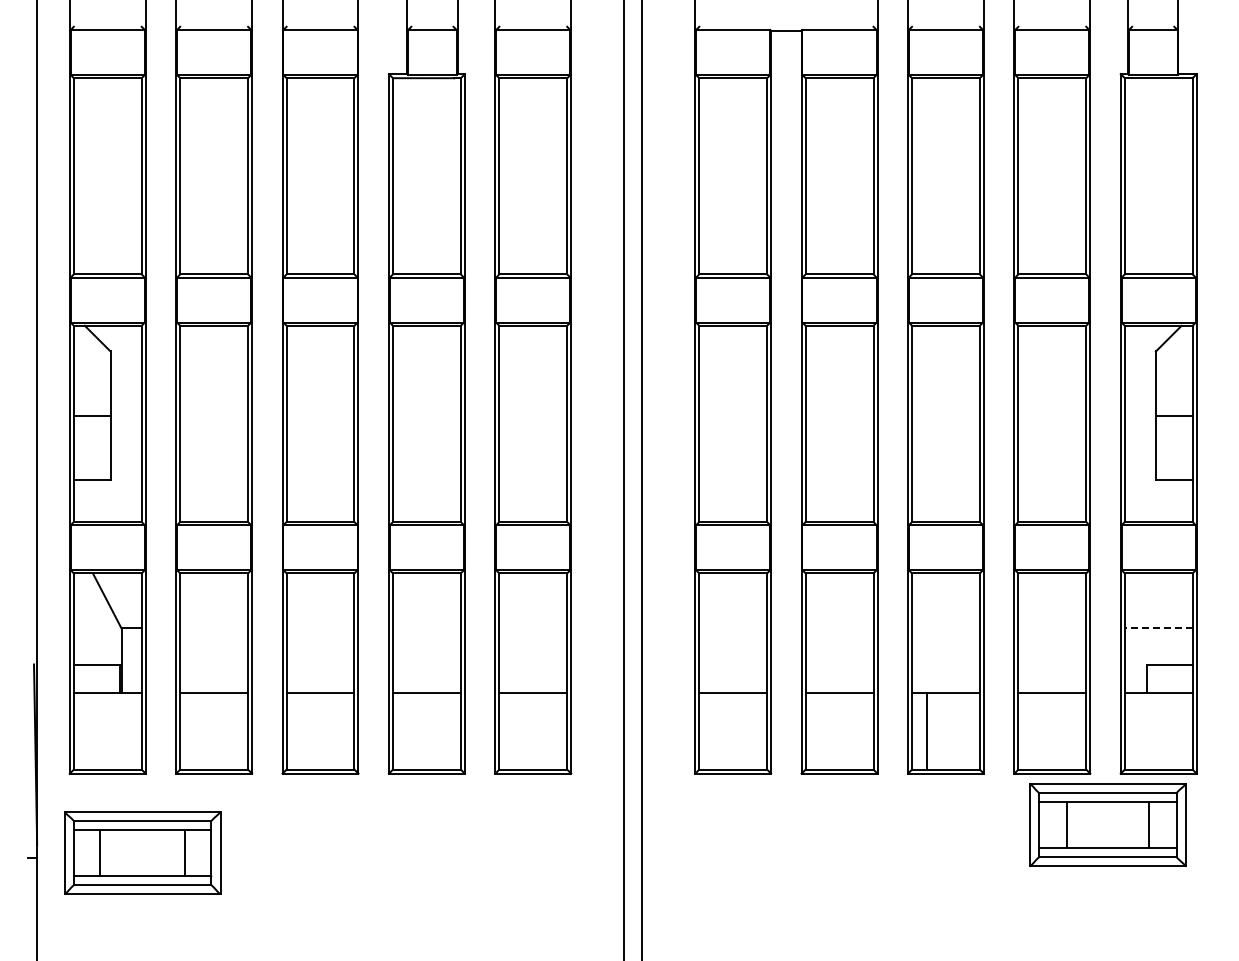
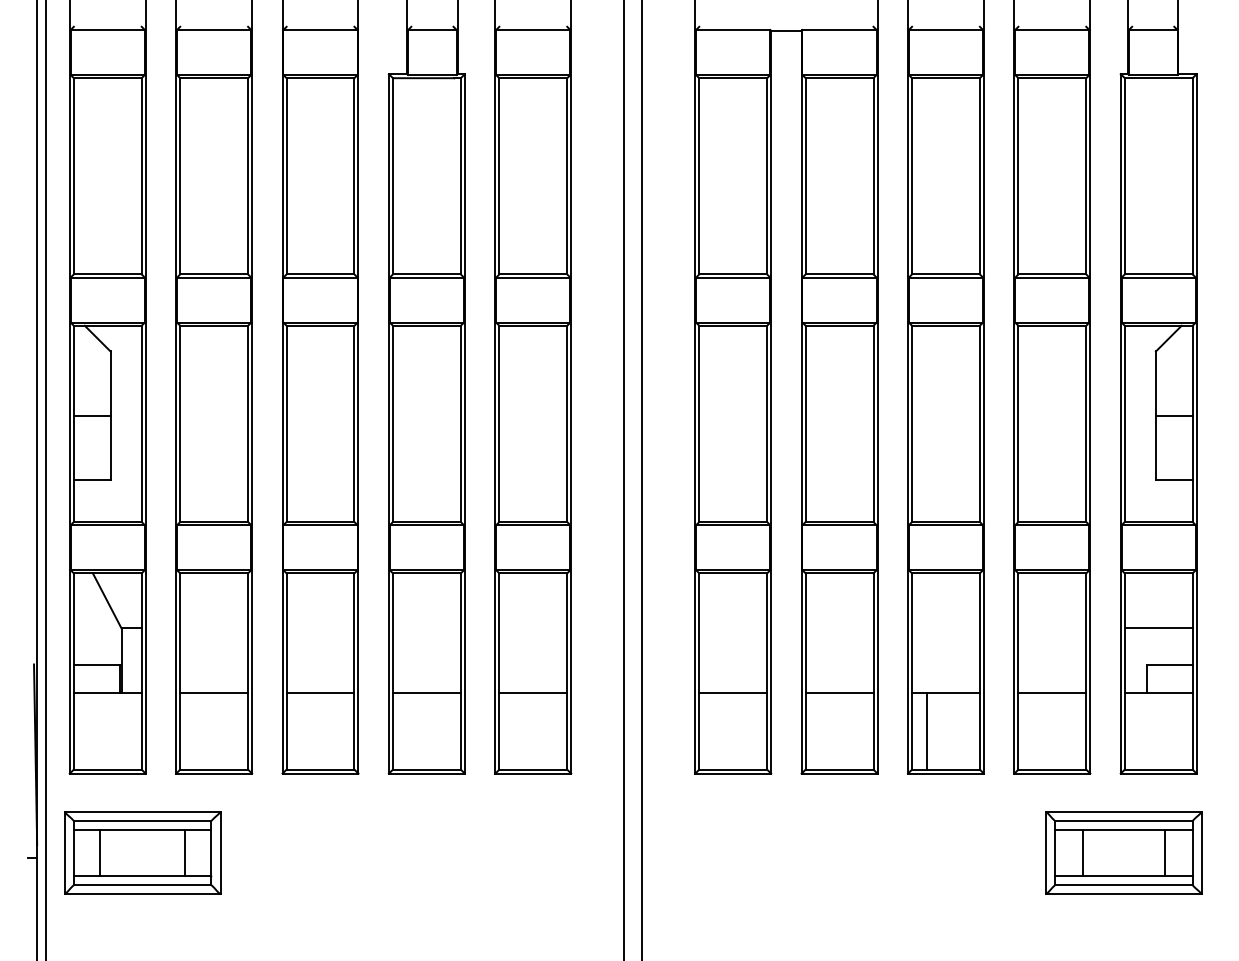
line at (46, 479): none -> present
line at (1158, 628): dashed -> solid
part at (1107, 824) position: (1107, 824) -> (1123, 852)
